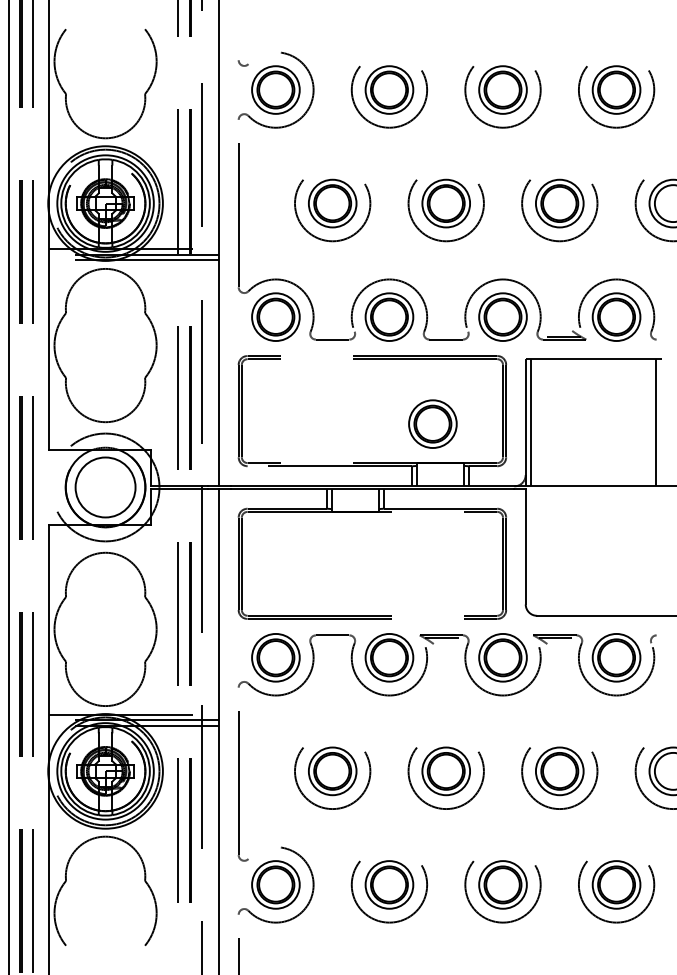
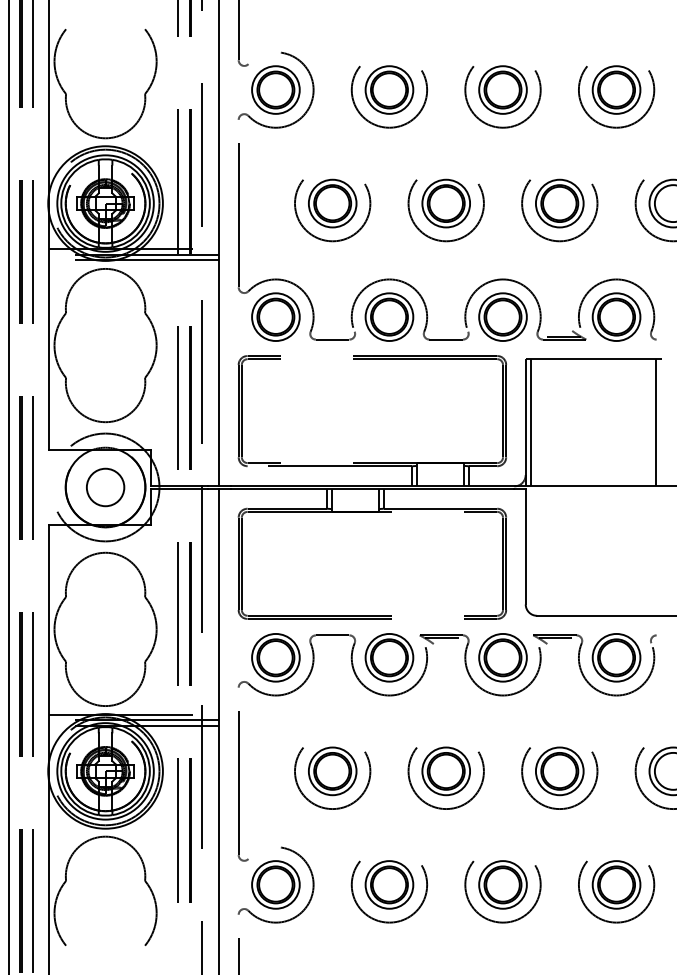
line at (238, 31): none -> present
part at (432, 423): present -> none
circle at (105, 487) diameter: 60 px -> 37 px
